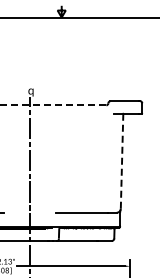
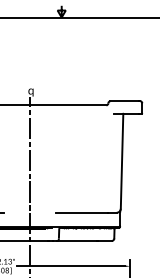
line at (53, 105): dashed -> solid
line at (122, 160): dashed -> solid
